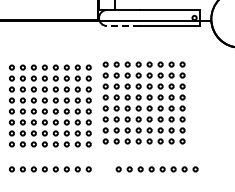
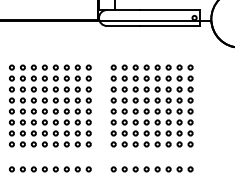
line at (122, 26): dashed -> solid
part at (143, 102) position: (143, 102) -> (151, 105)
part at (156, 169) position: (156, 169) -> (151, 169)
